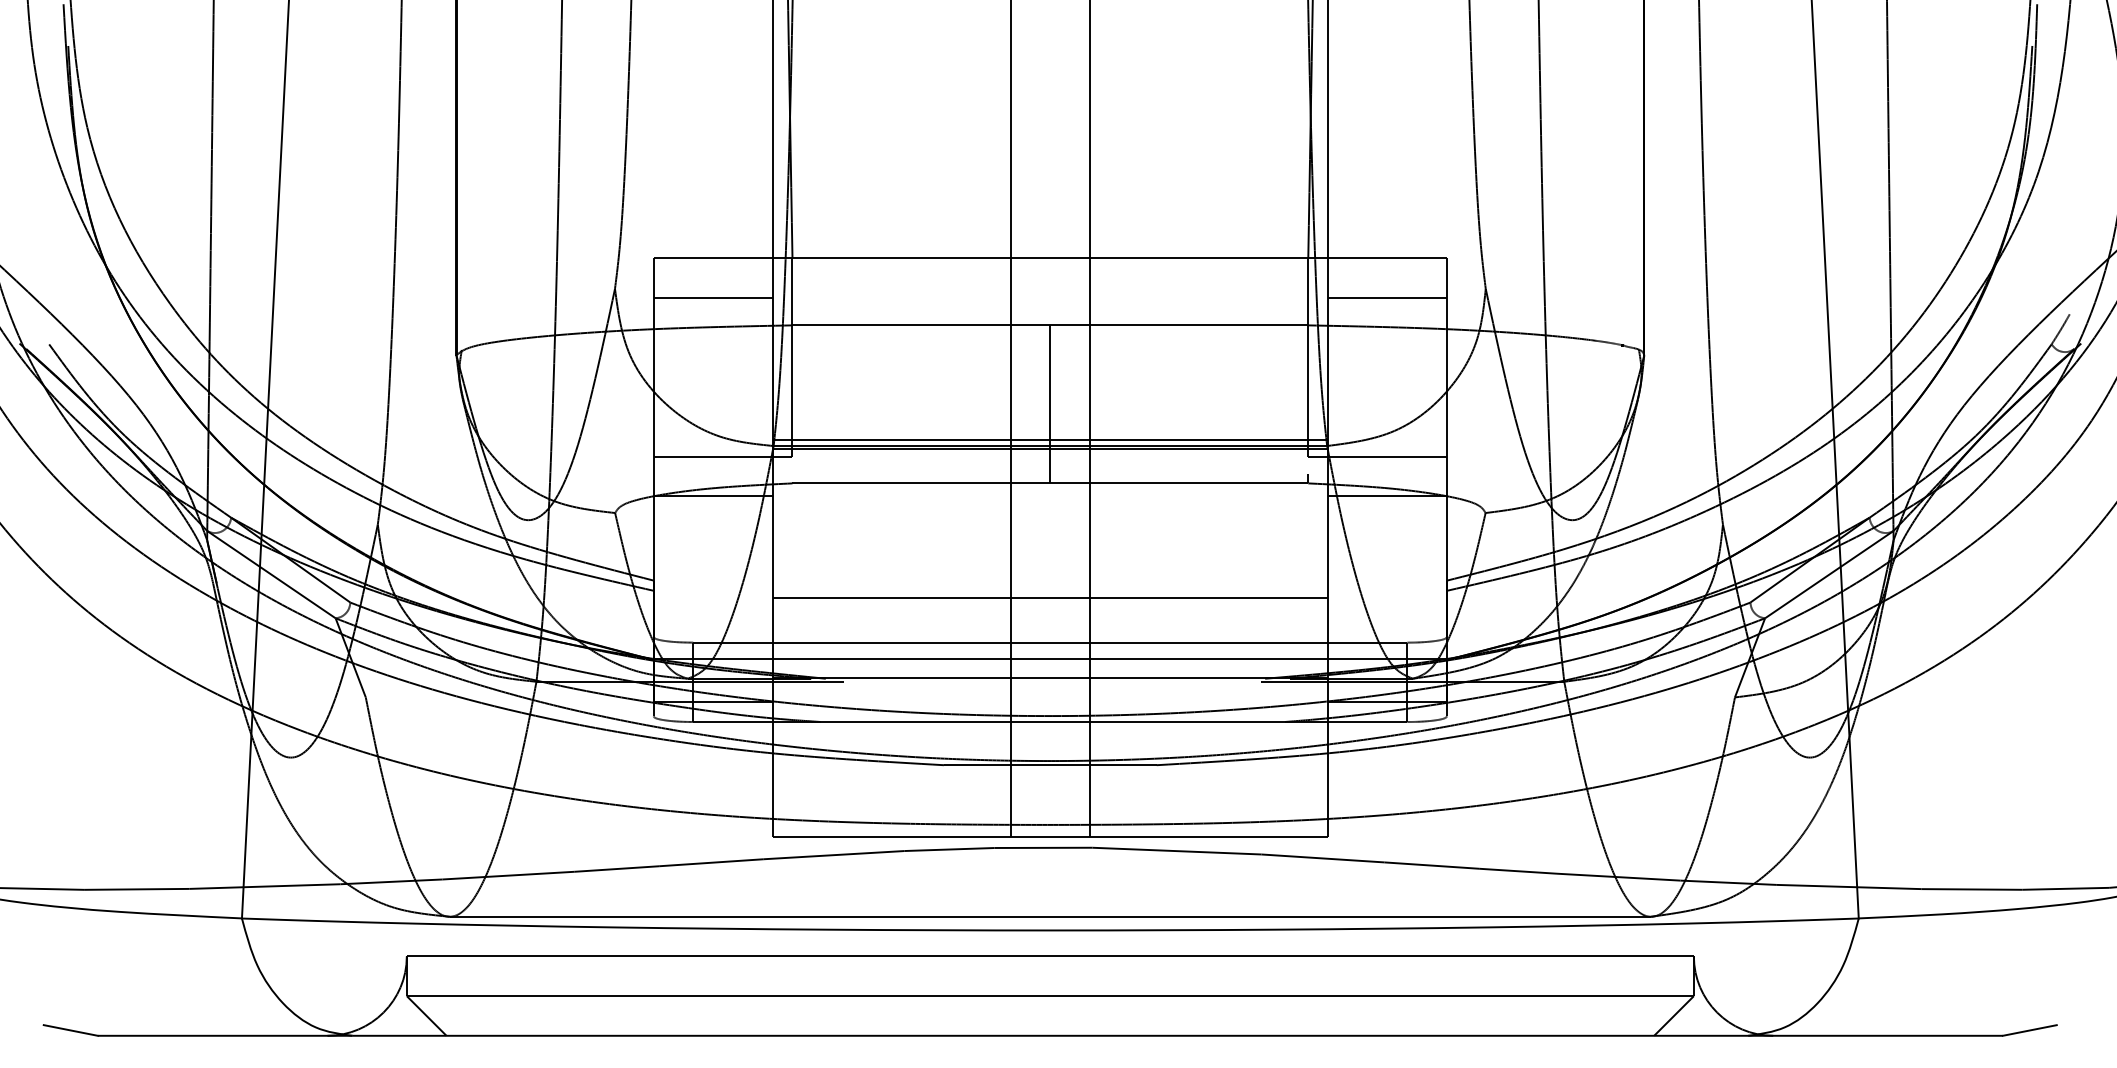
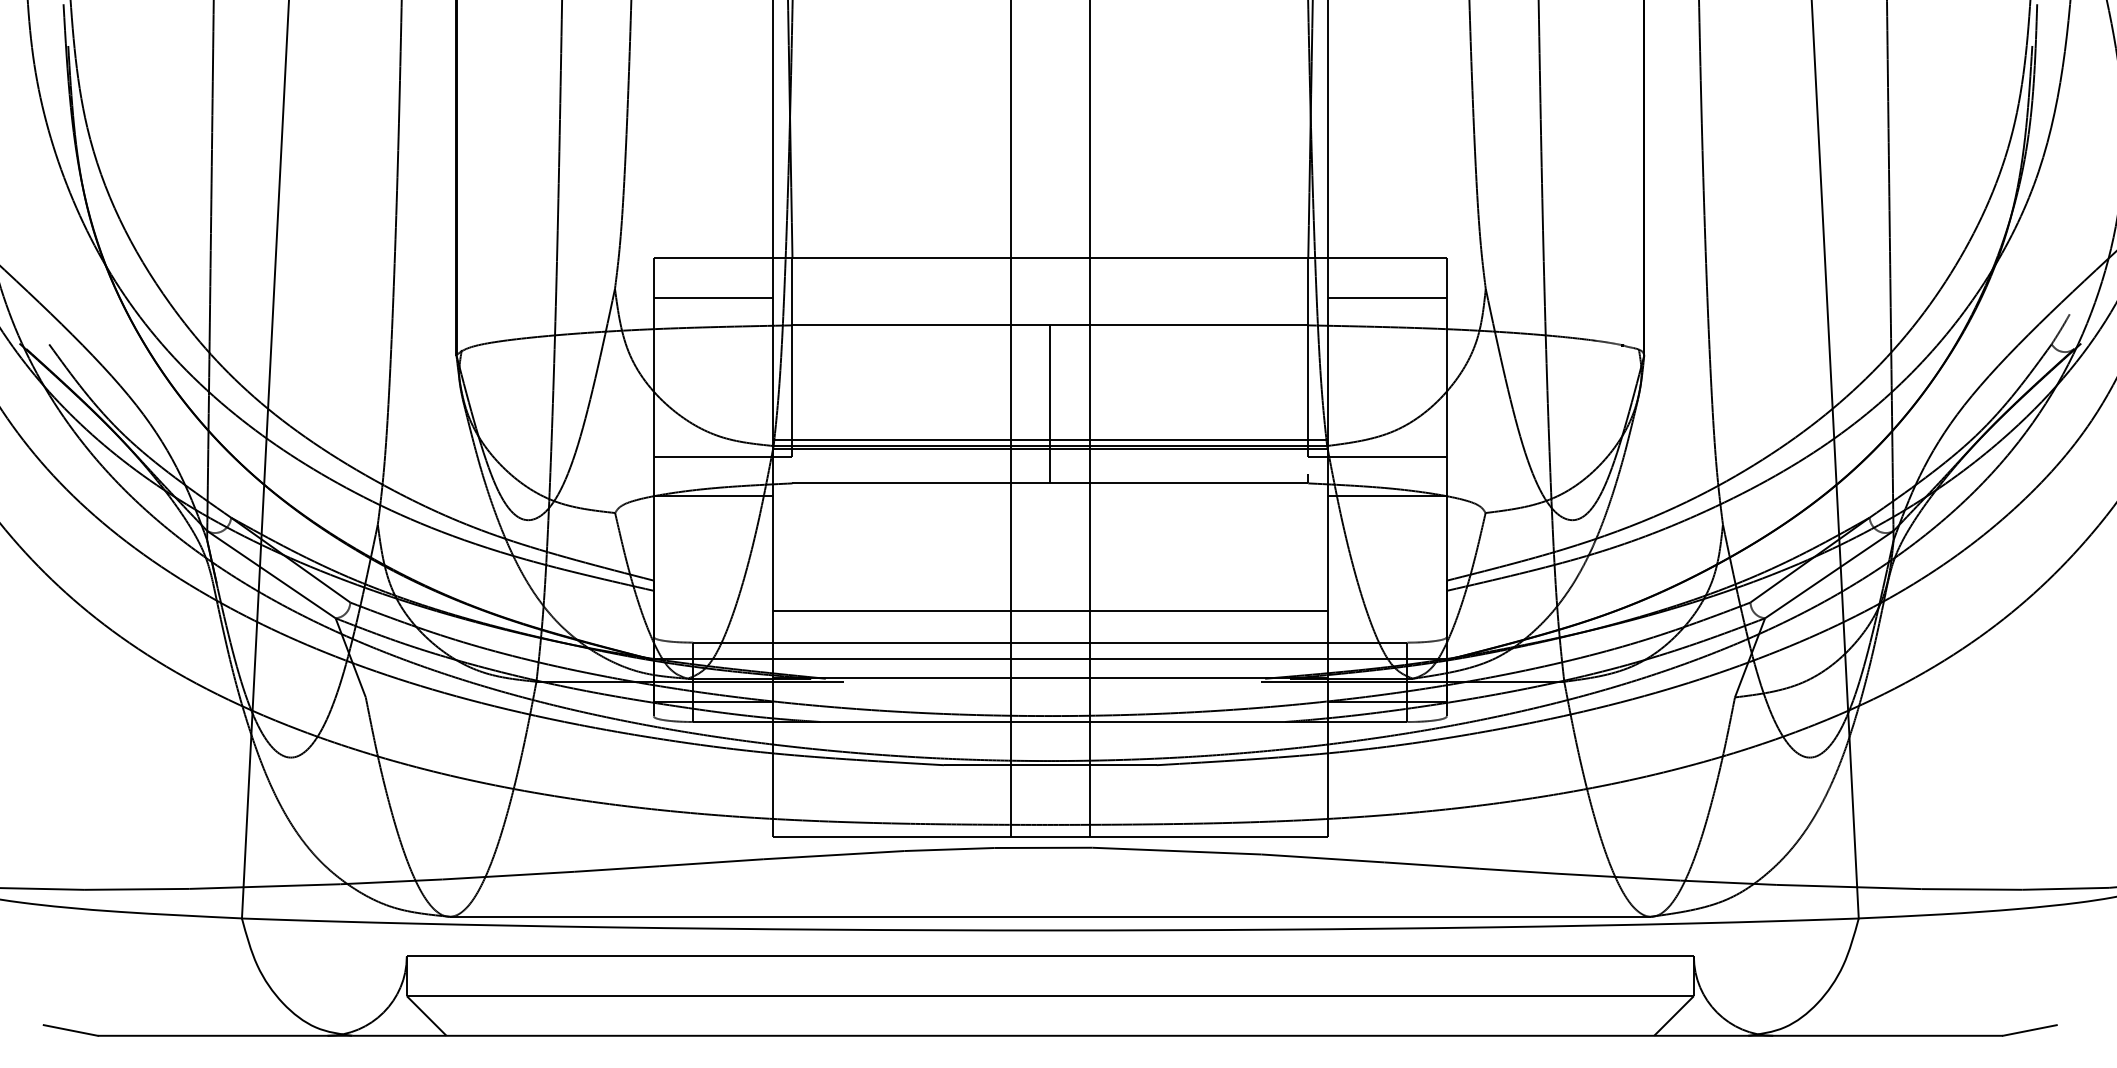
line at (1050, 598) position: (1050, 598) -> (1050, 611)
